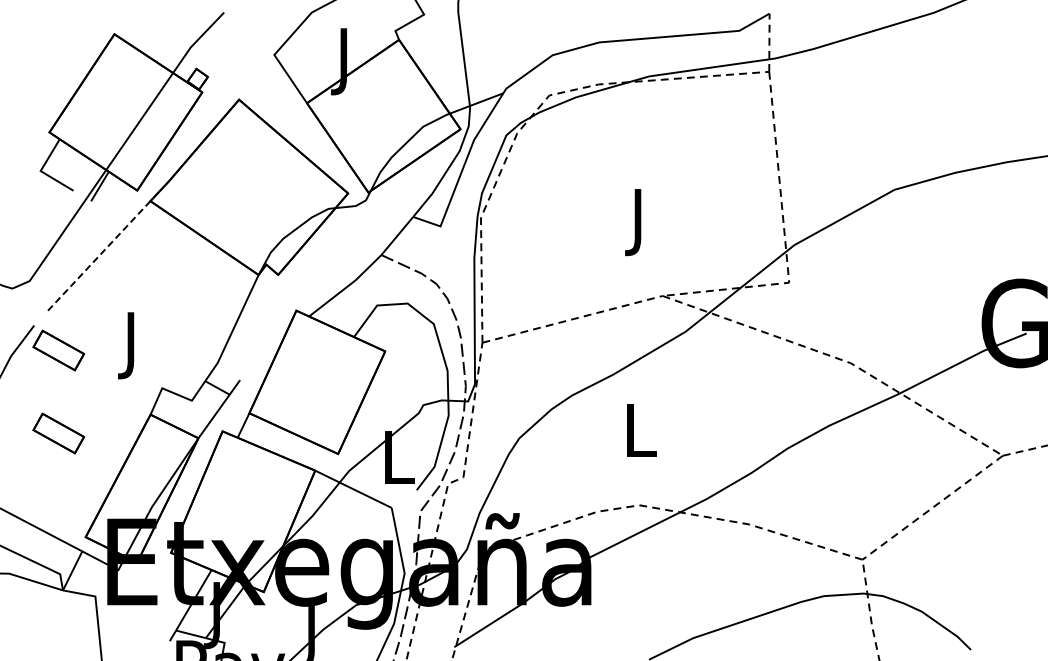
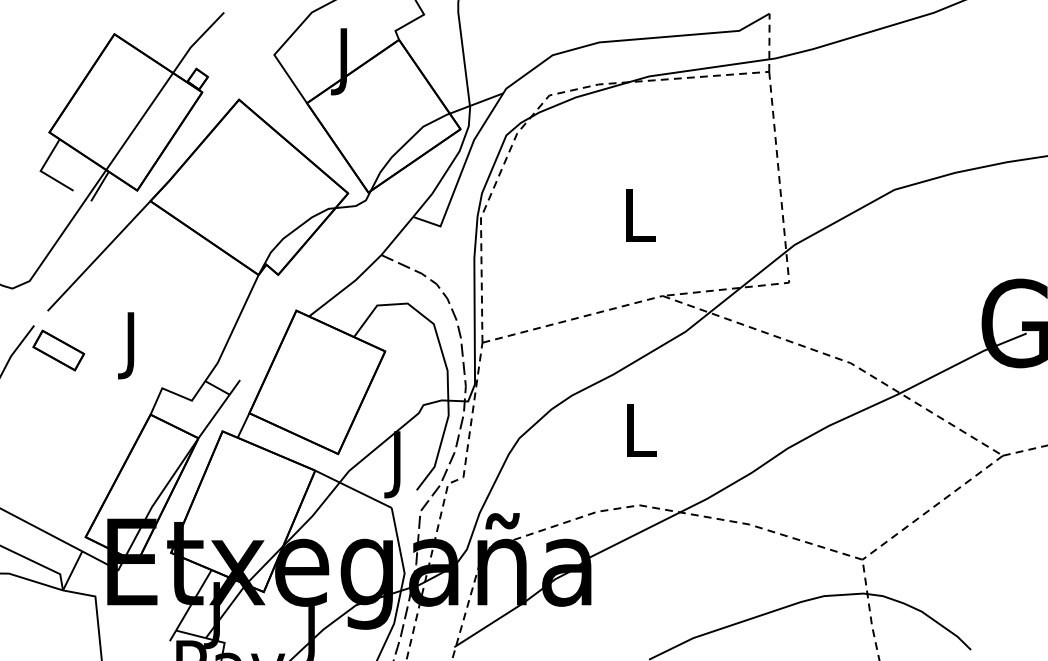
text at (640, 222): J -> L
line at (98, 256): dashed -> solid
part at (58, 433): present -> none
text at (399, 464): L -> J
